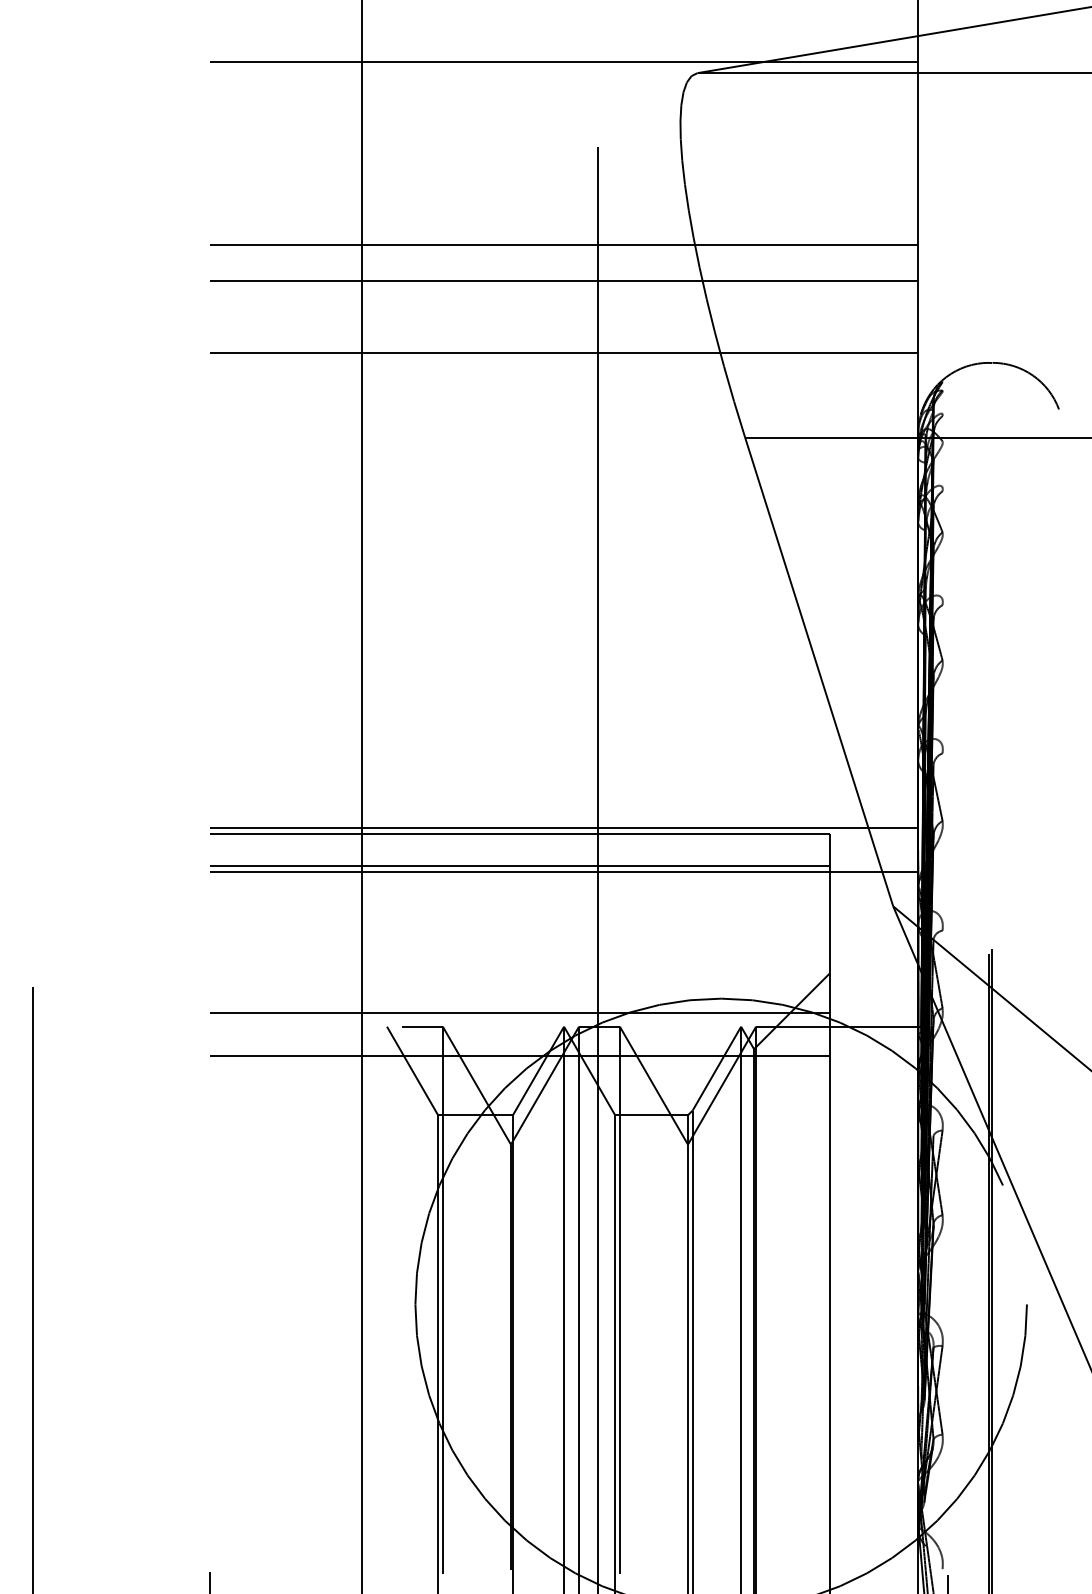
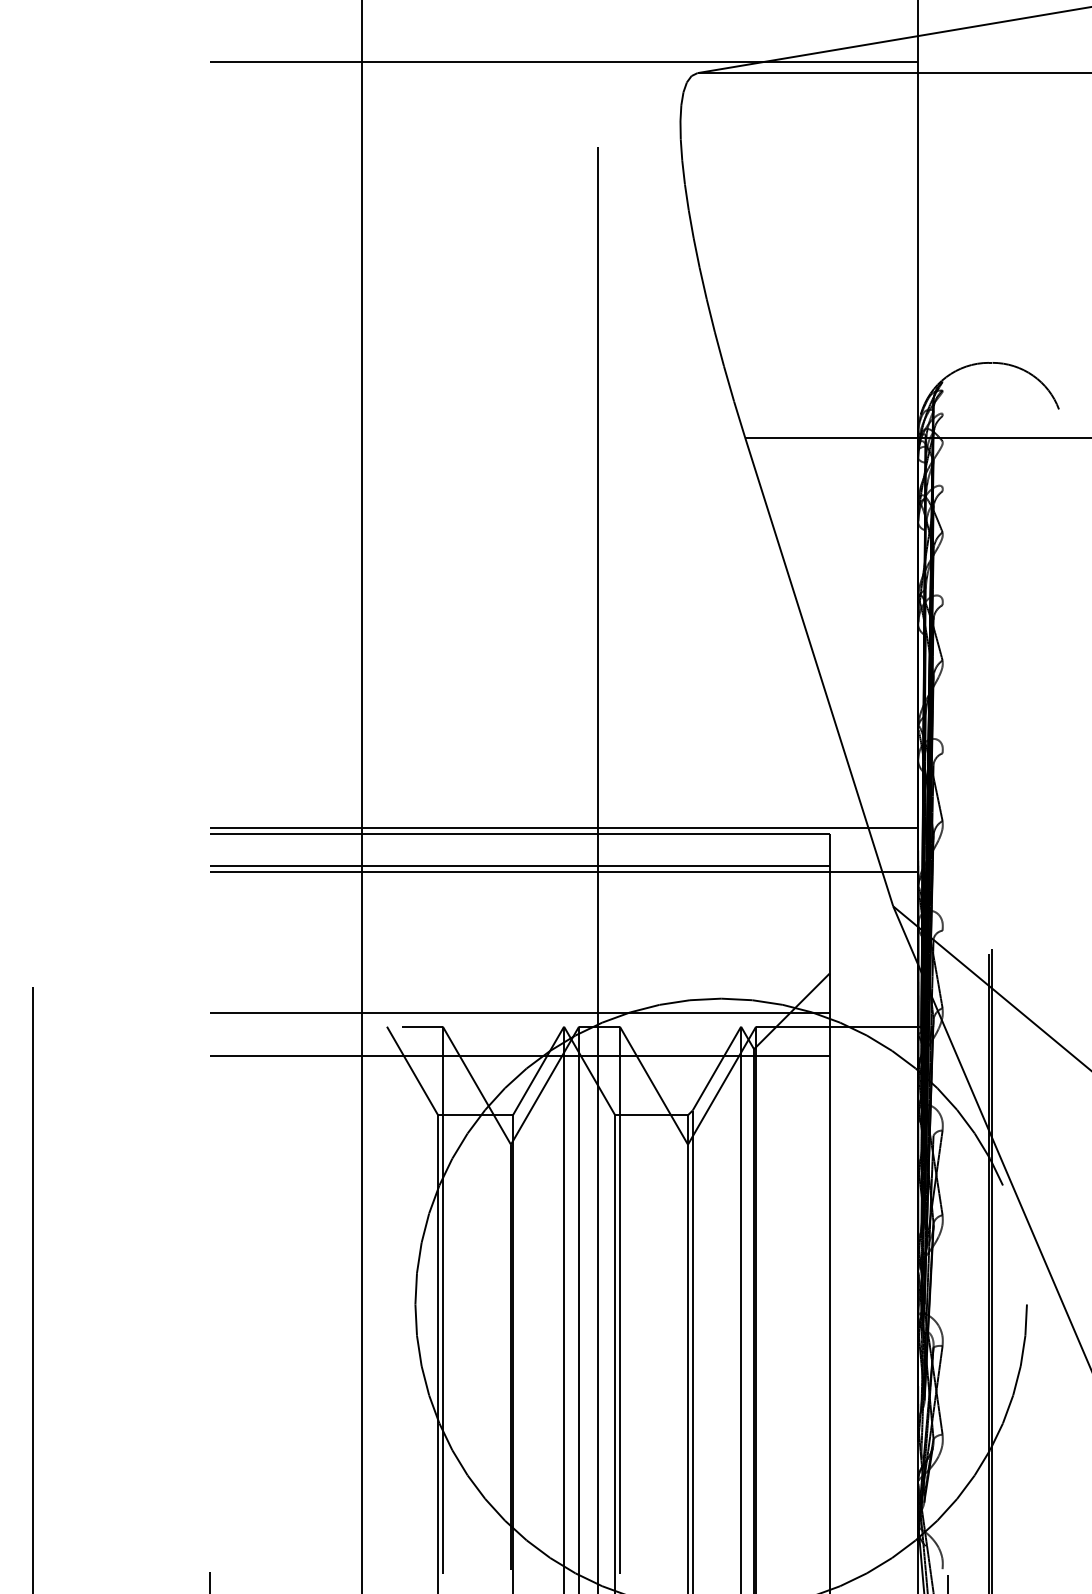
line at (564, 245): present -> none
line at (564, 281): present -> none
line at (564, 353): present -> none
